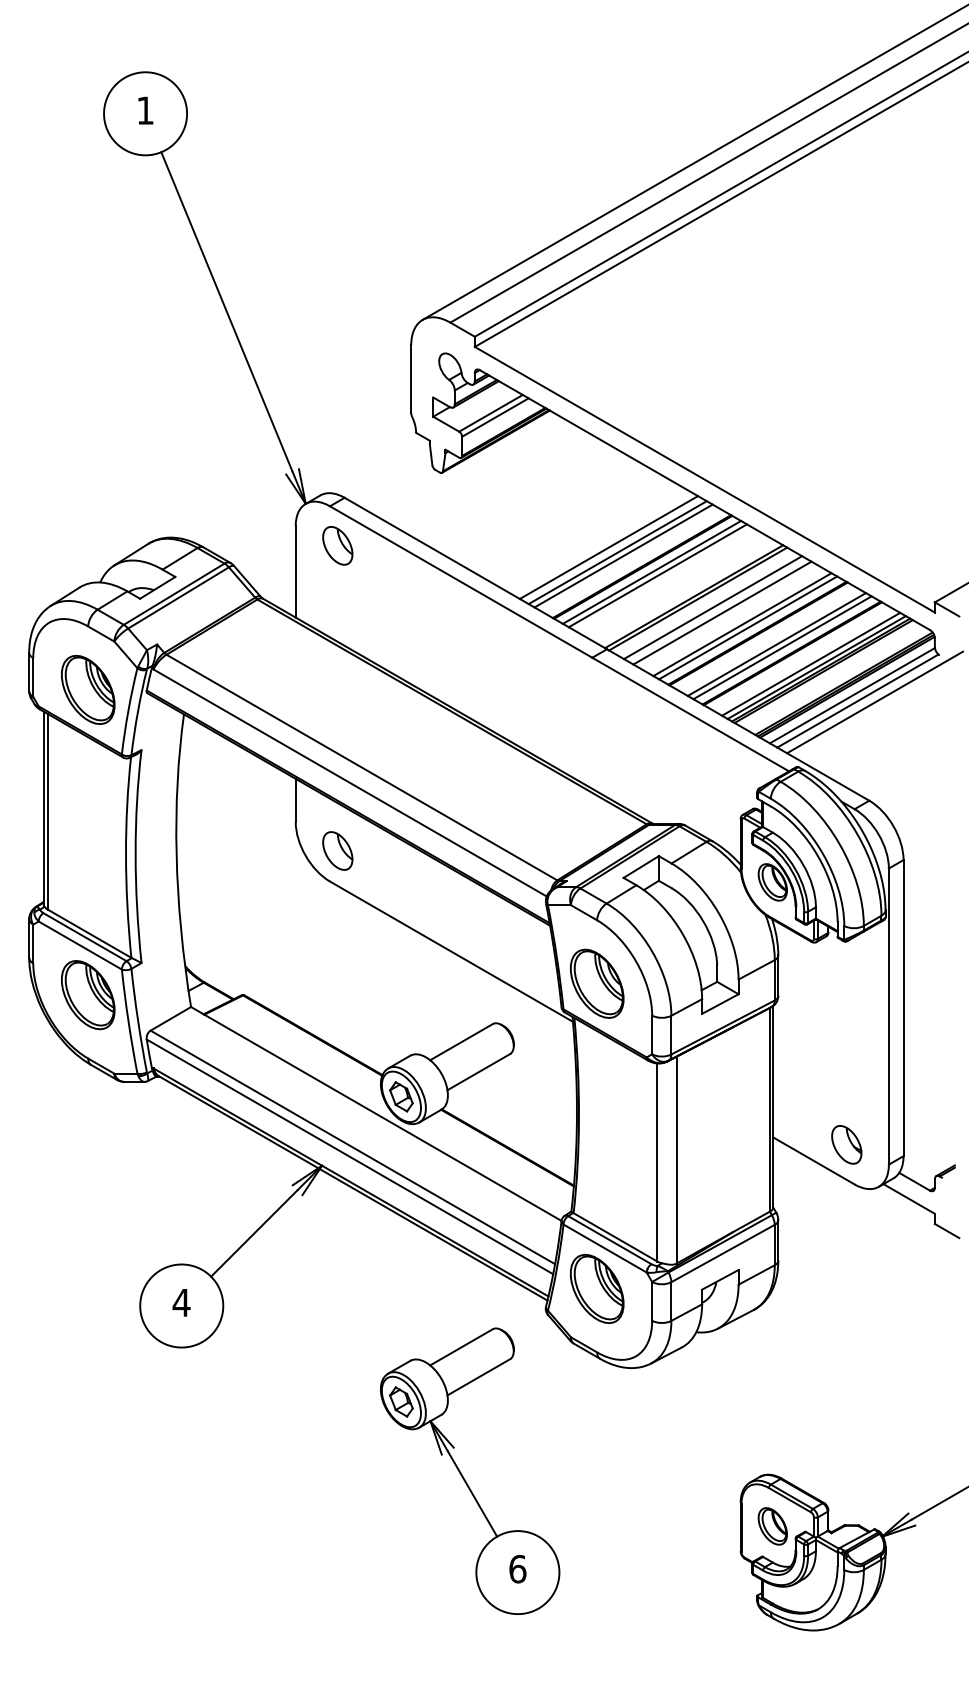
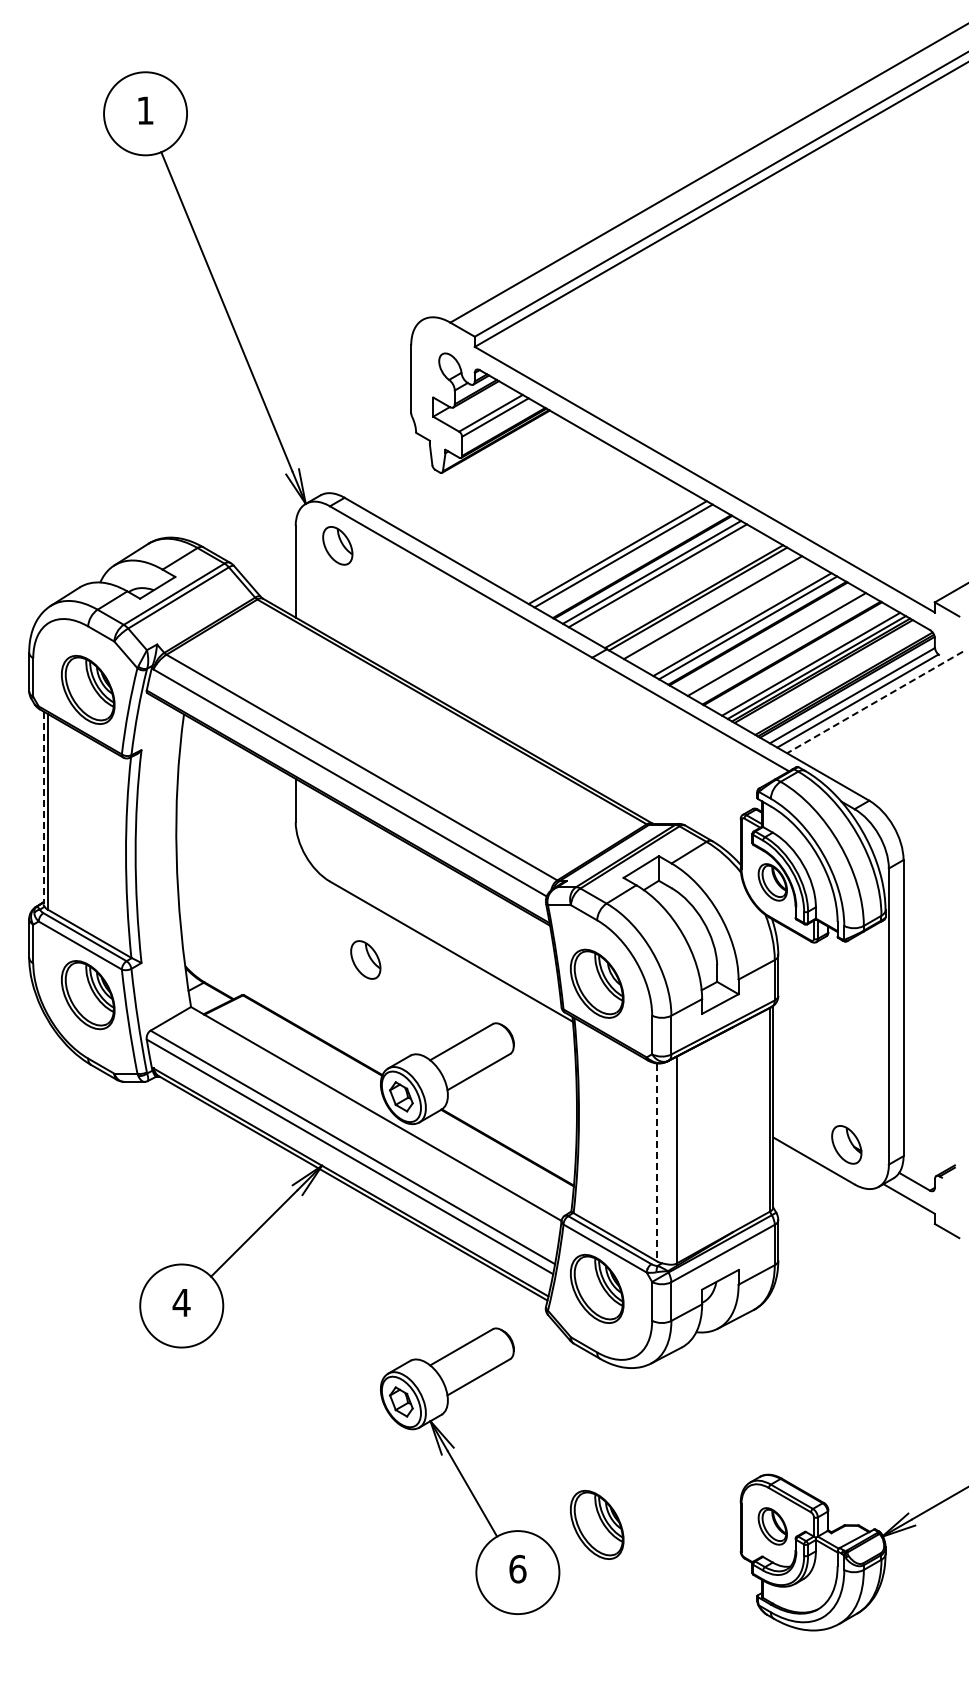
line at (693, 162): present -> none
line at (608, 547): present -> none
line at (722, 612): present -> none
line at (782, 647): present -> none
line at (875, 702): solid -> dashed
line at (43, 808): solid -> dashed
part at (337, 850) position: (337, 850) -> (365, 959)
line at (657, 1163): solid -> dashed
part at (597, 1524): none -> present
